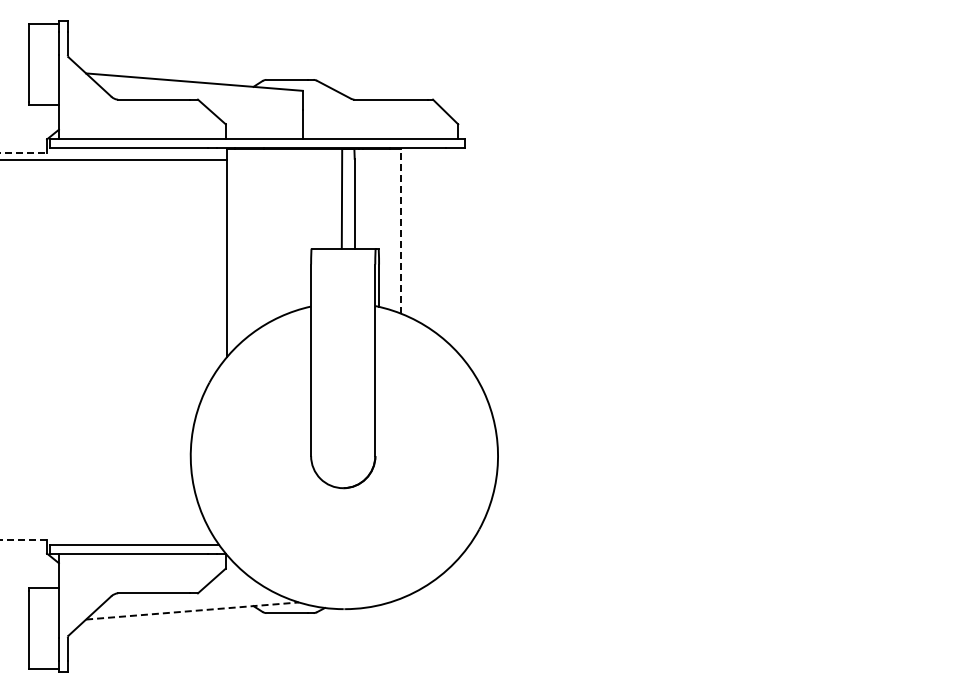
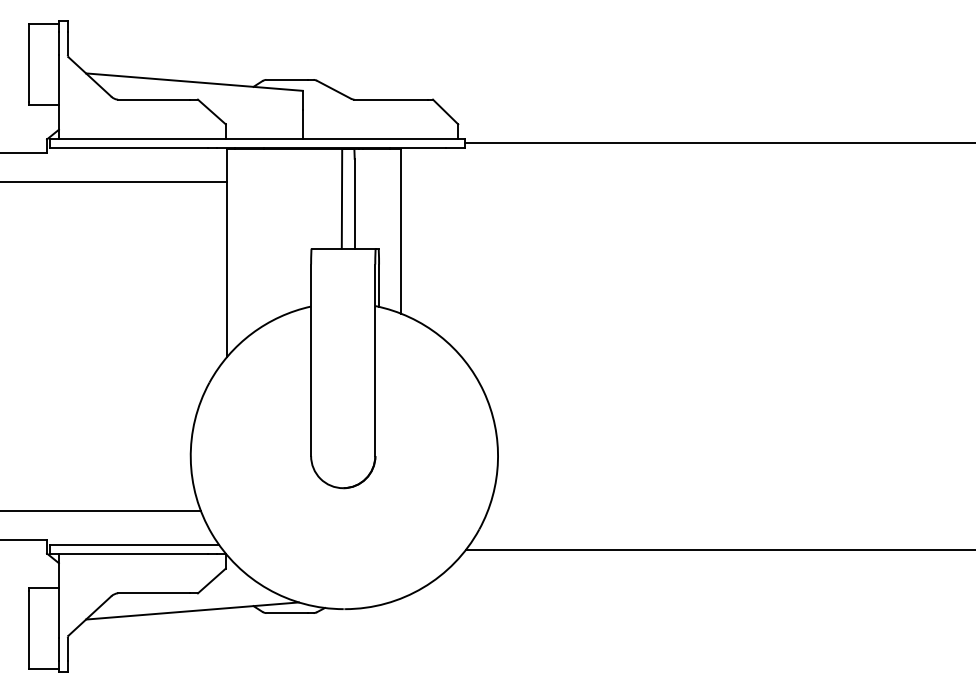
line at (718, 142): none -> present
line at (24, 152): dashed -> solid
line at (114, 160) position: (114, 160) -> (114, 182)
line at (401, 231): dashed -> solid
line at (101, 510): none -> present
line at (23, 540): dashed -> solid
line at (718, 550): none -> present
line at (192, 611): dashed -> solid
